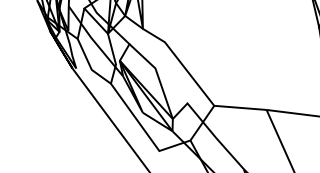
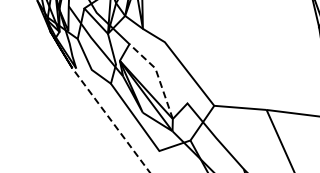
line at (158, 75): solid -> dashed
line at (111, 120): solid -> dashed
